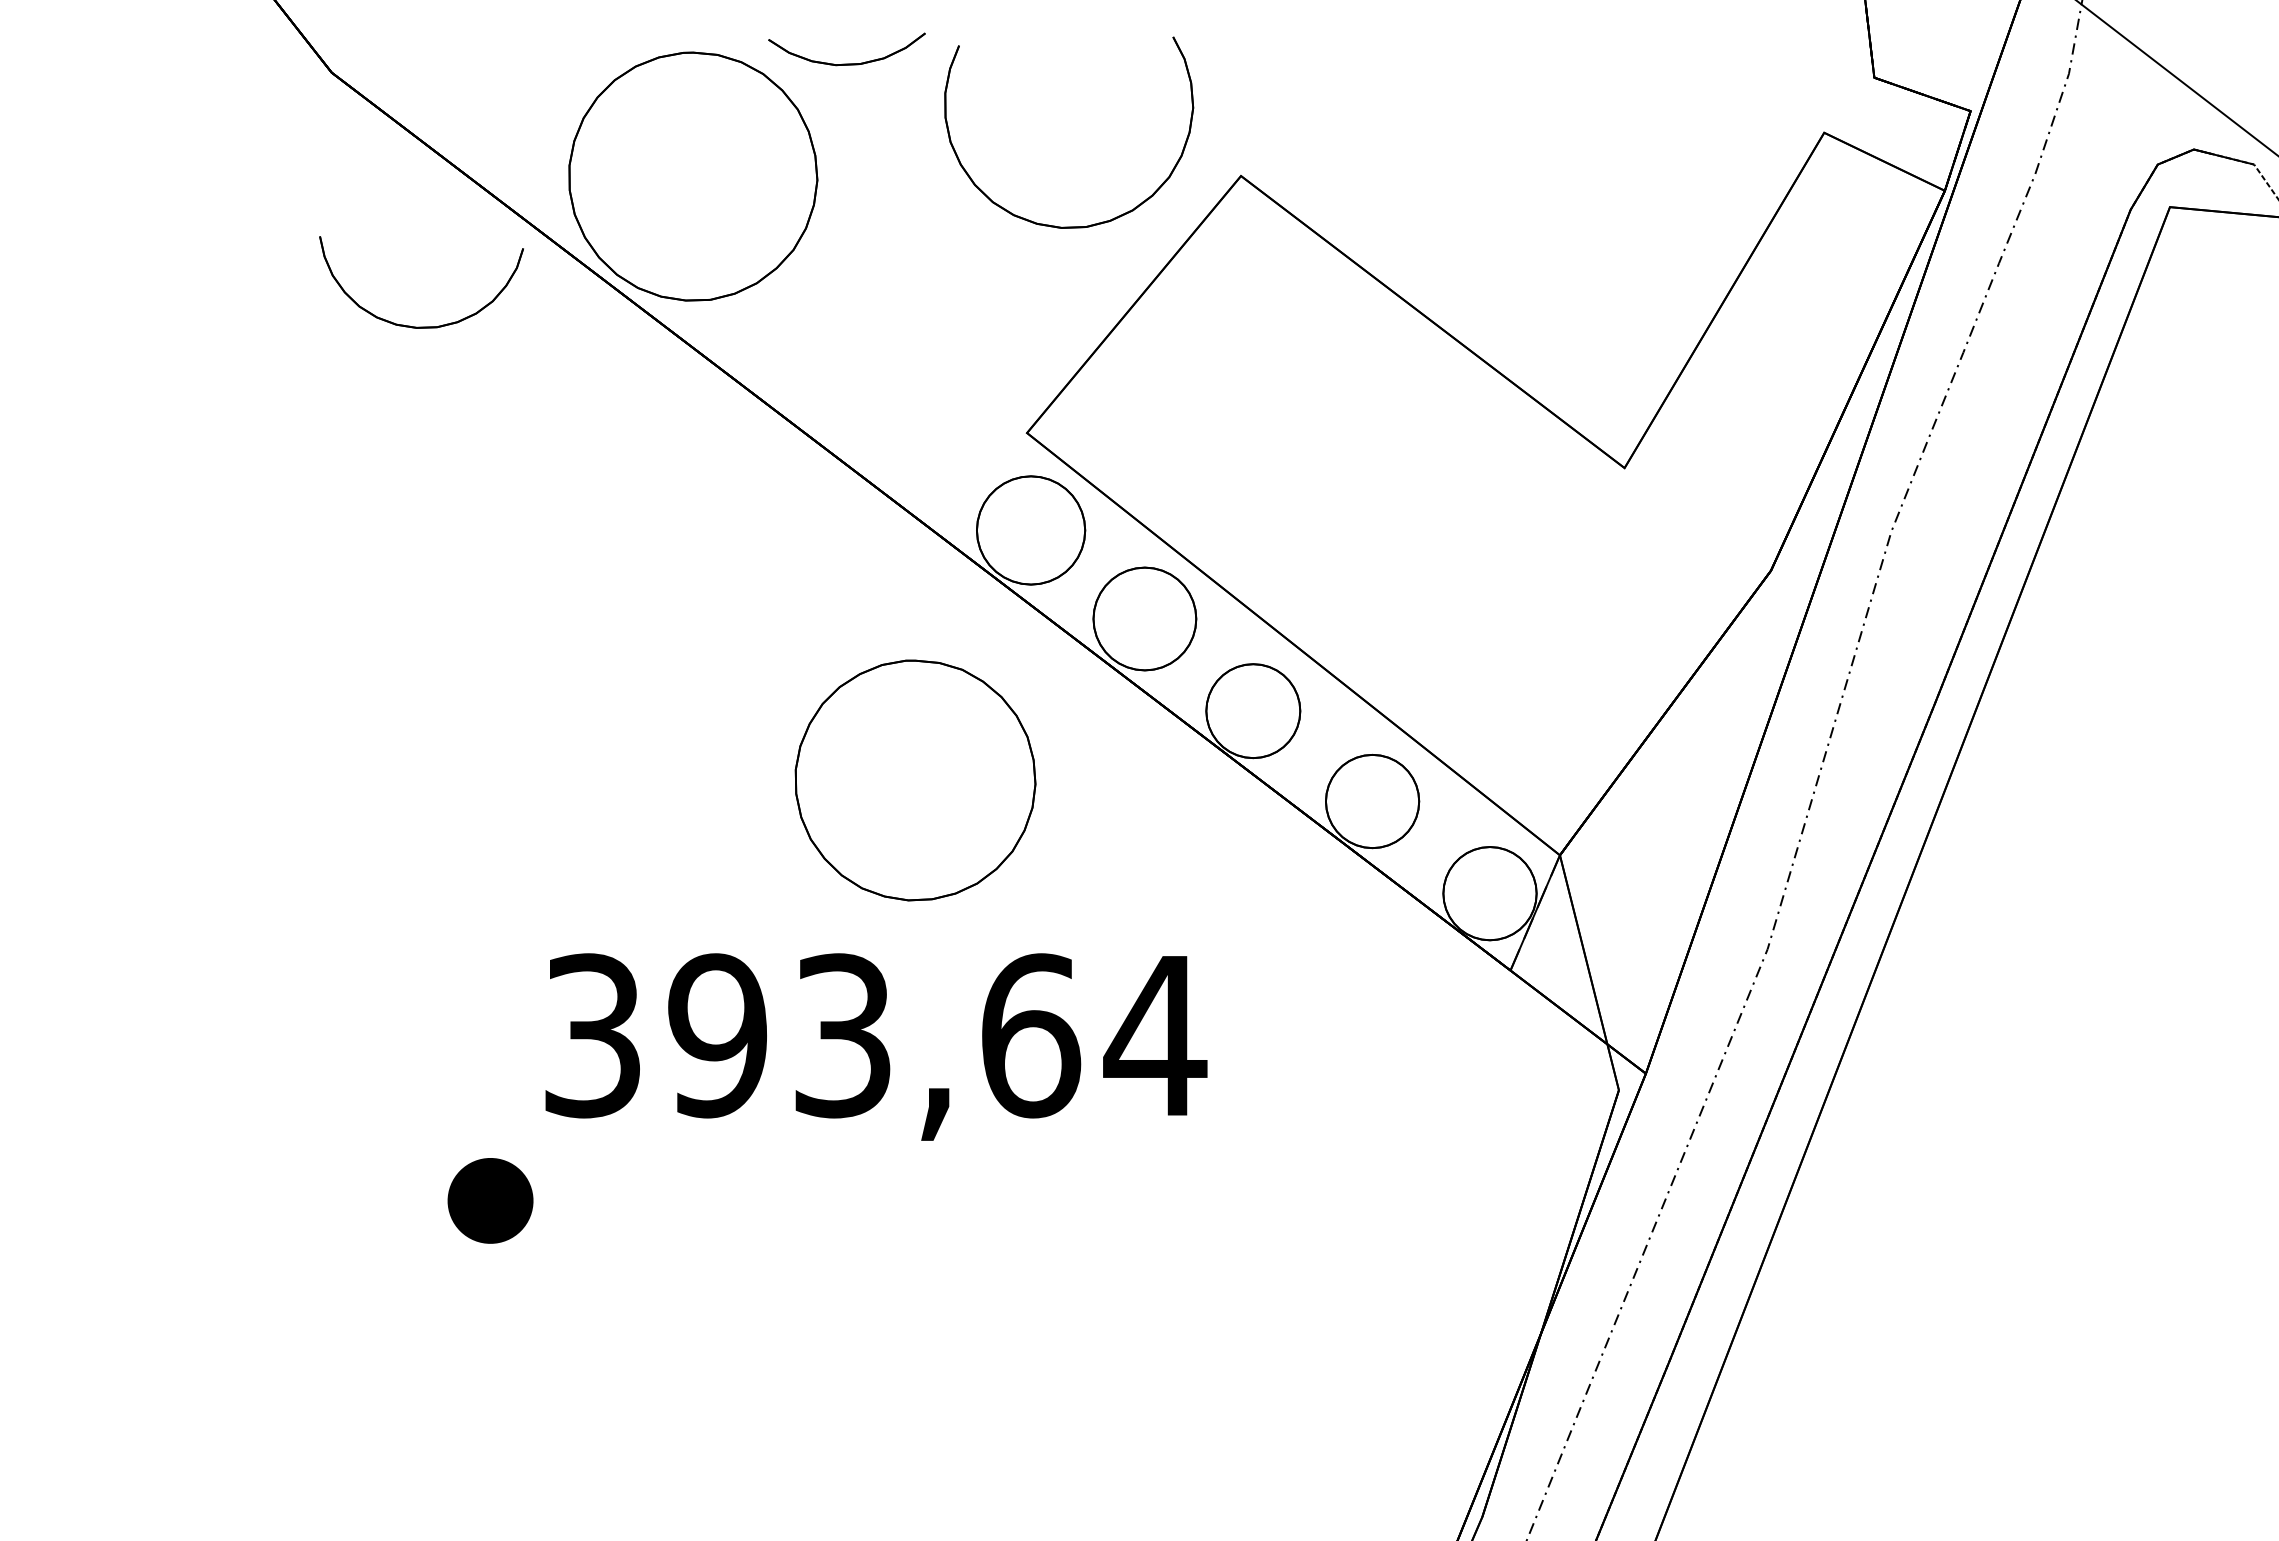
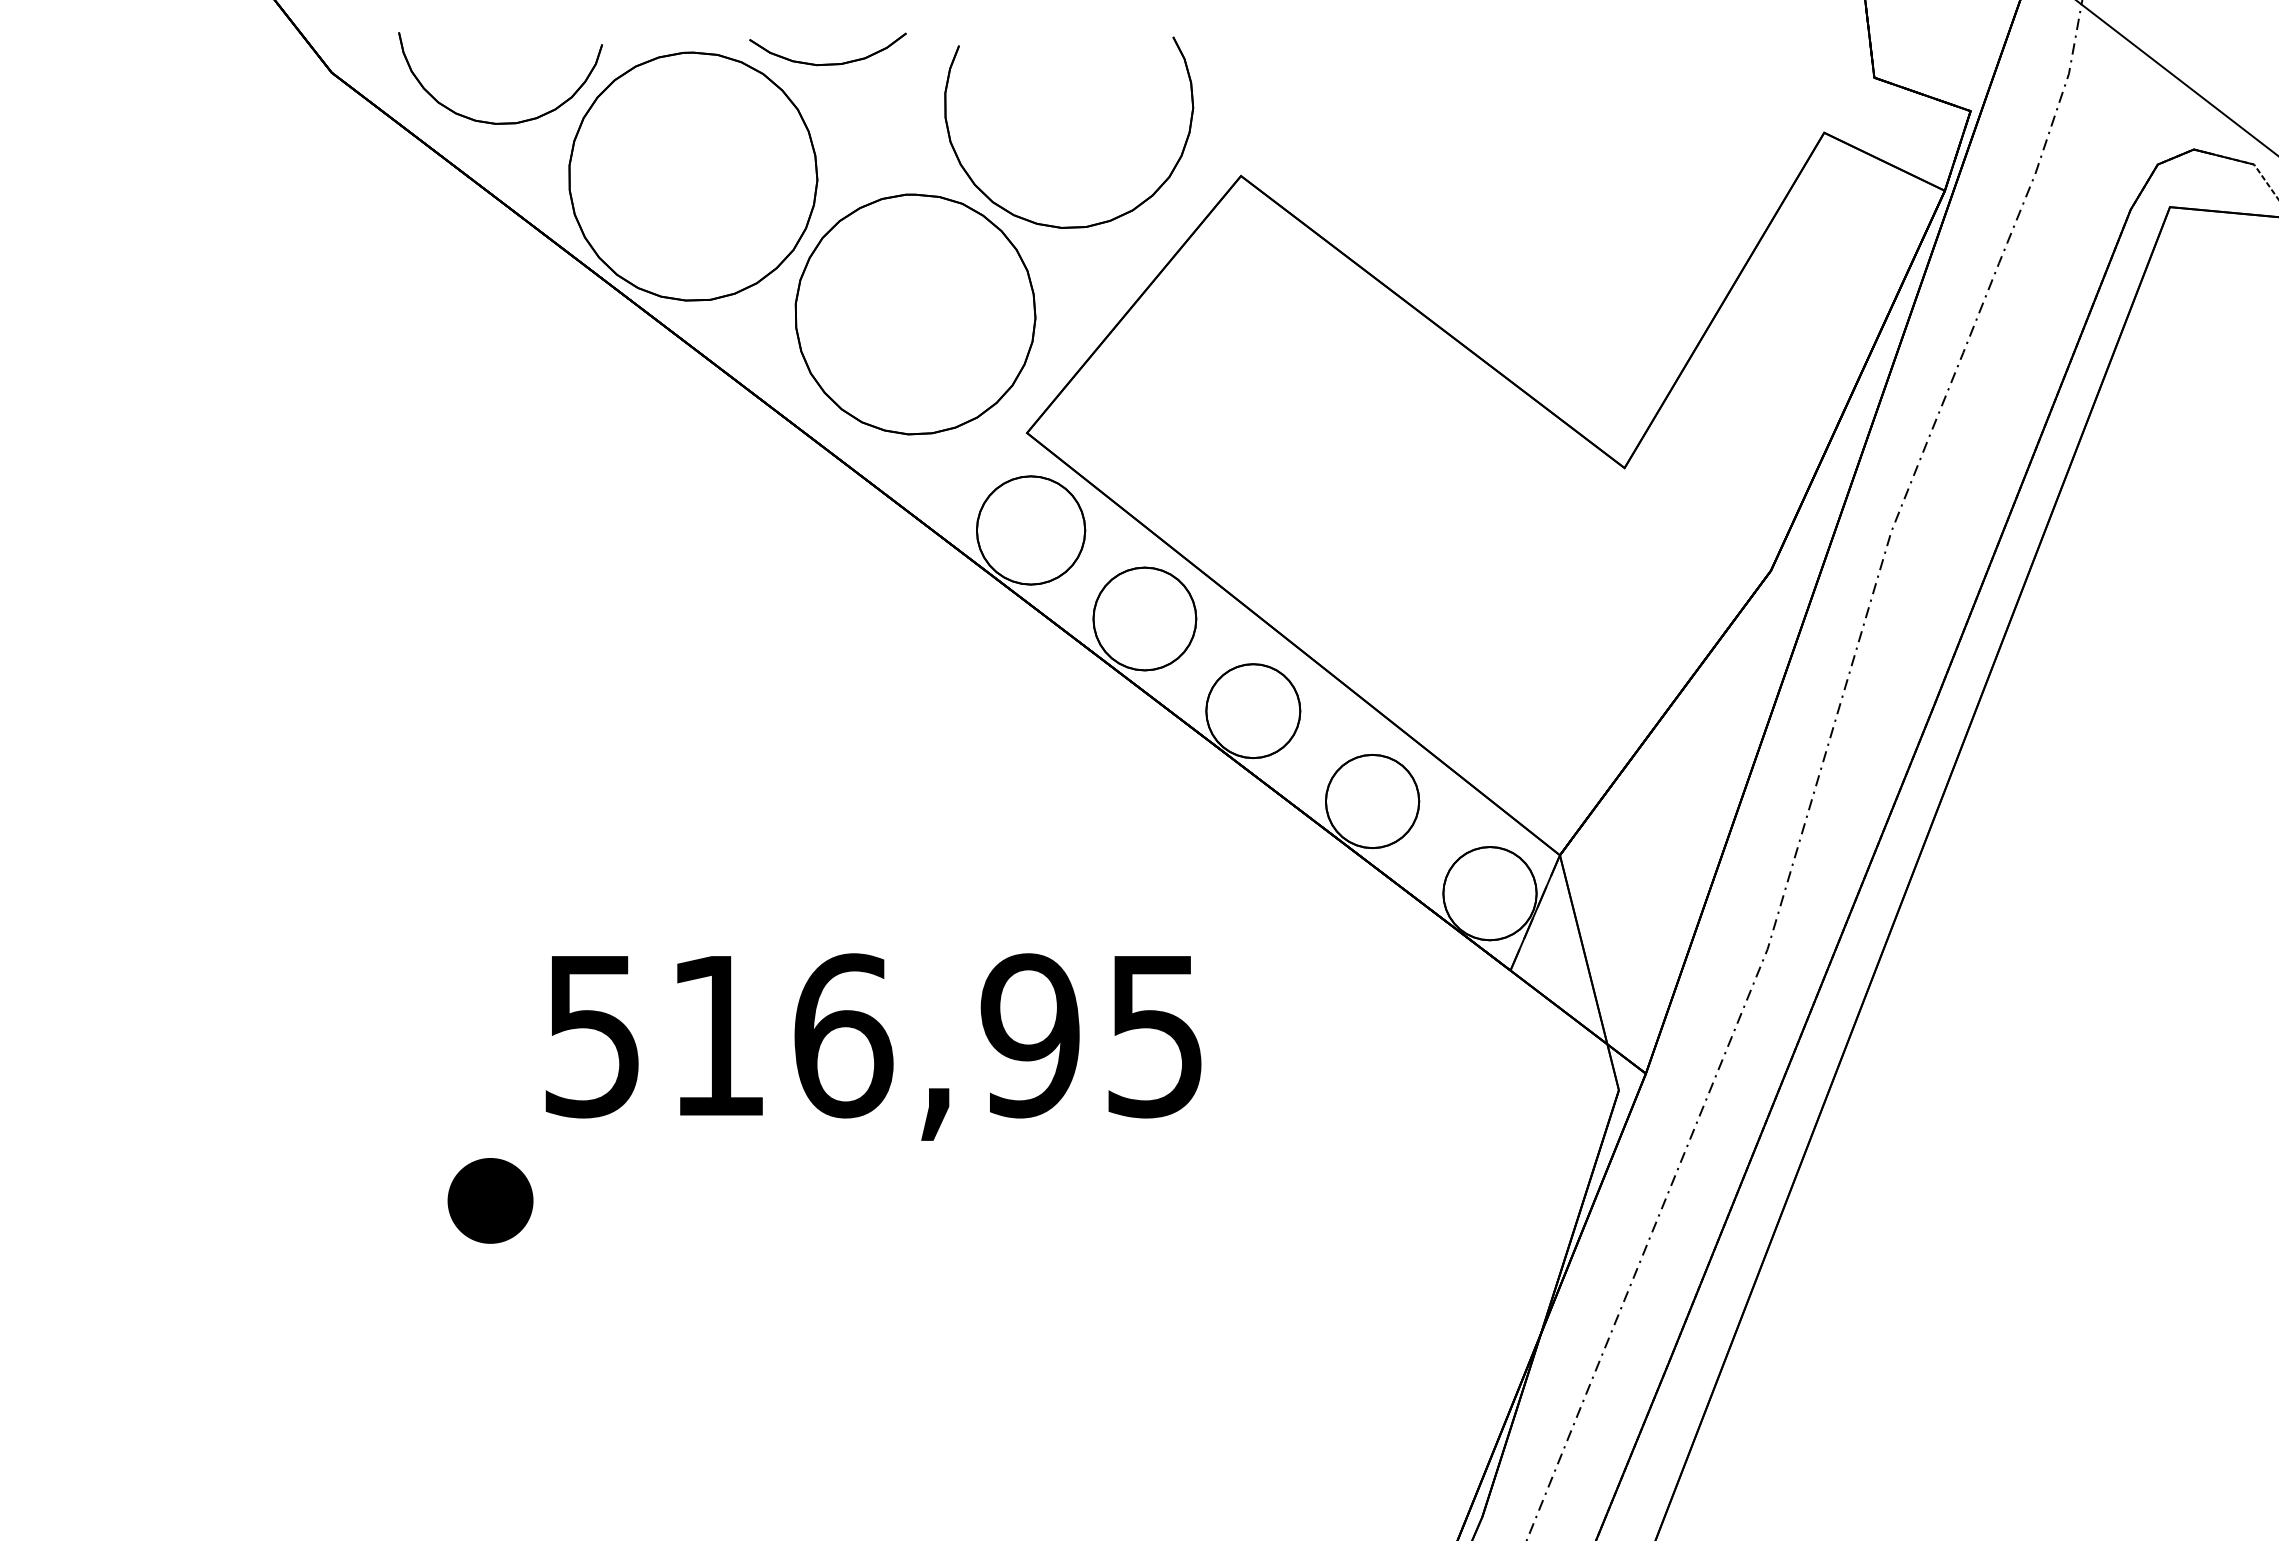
part at (846, 63) position: (846, 63) -> (827, 63)
part at (421, 326) position: (421, 326) -> (500, 122)
part at (915, 780) position: (915, 780) -> (915, 314)
text at (876, 1035): 393,64 -> 516,95
